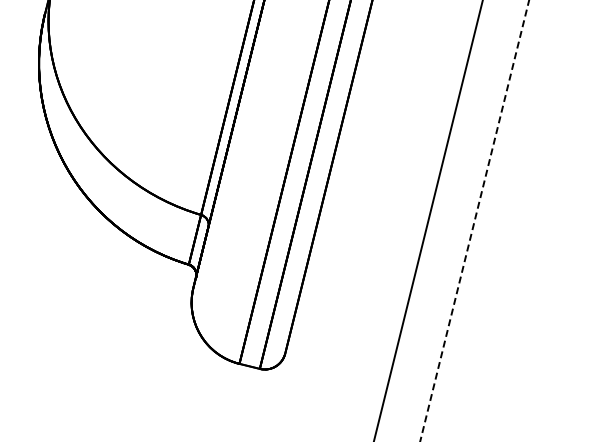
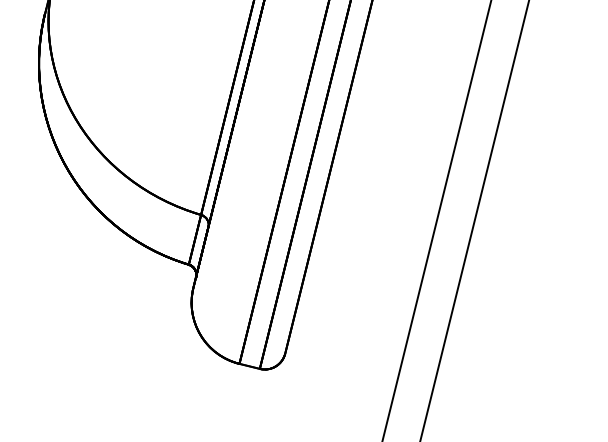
line at (428, 220) position: (428, 220) -> (436, 220)
line at (474, 221): dashed -> solid
